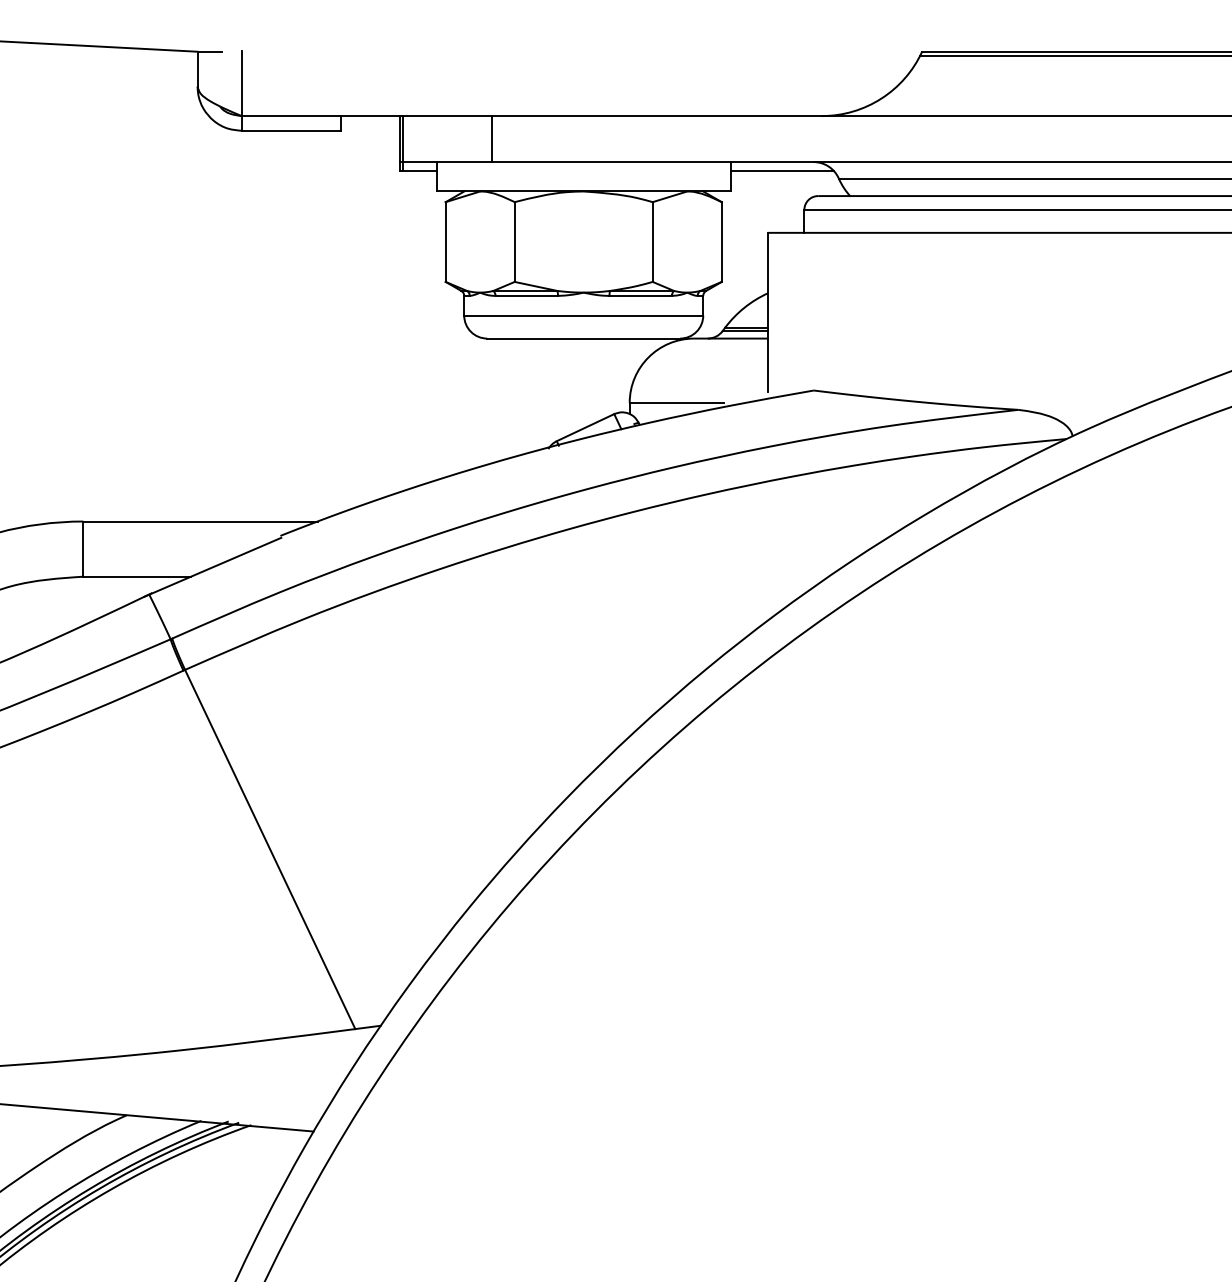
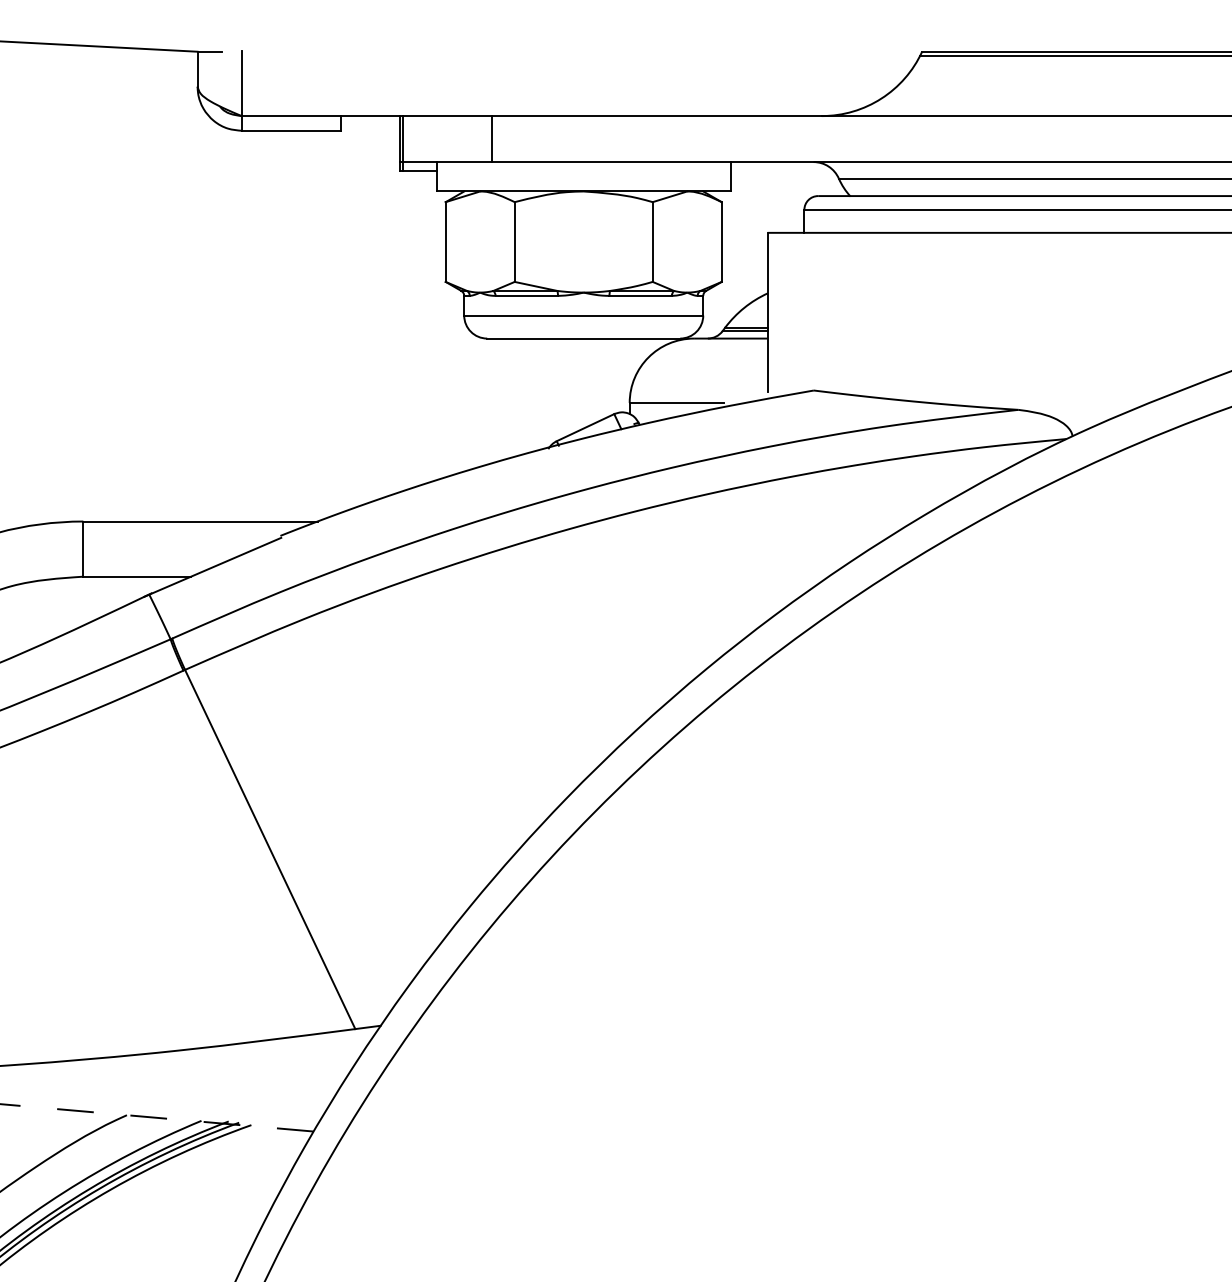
line at (782, 171): present -> none
line at (156, 1117): solid -> dashed
